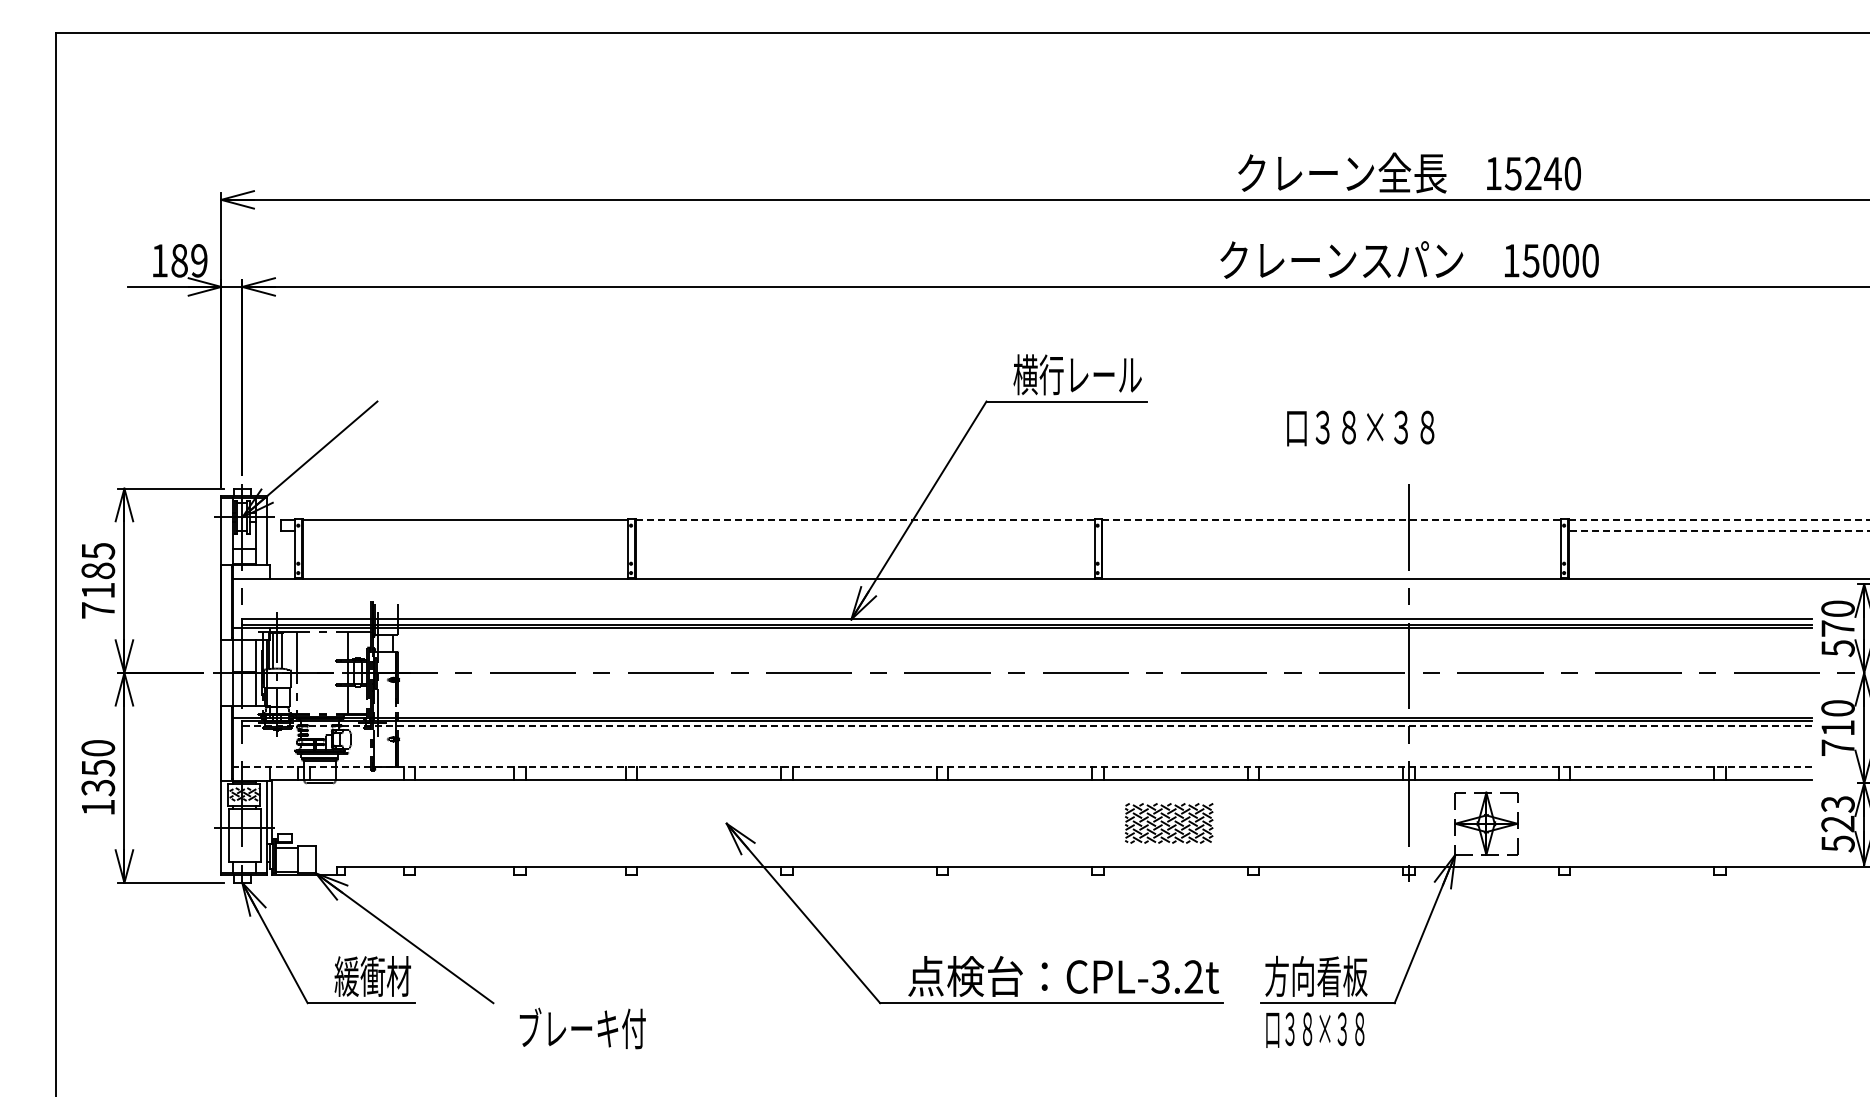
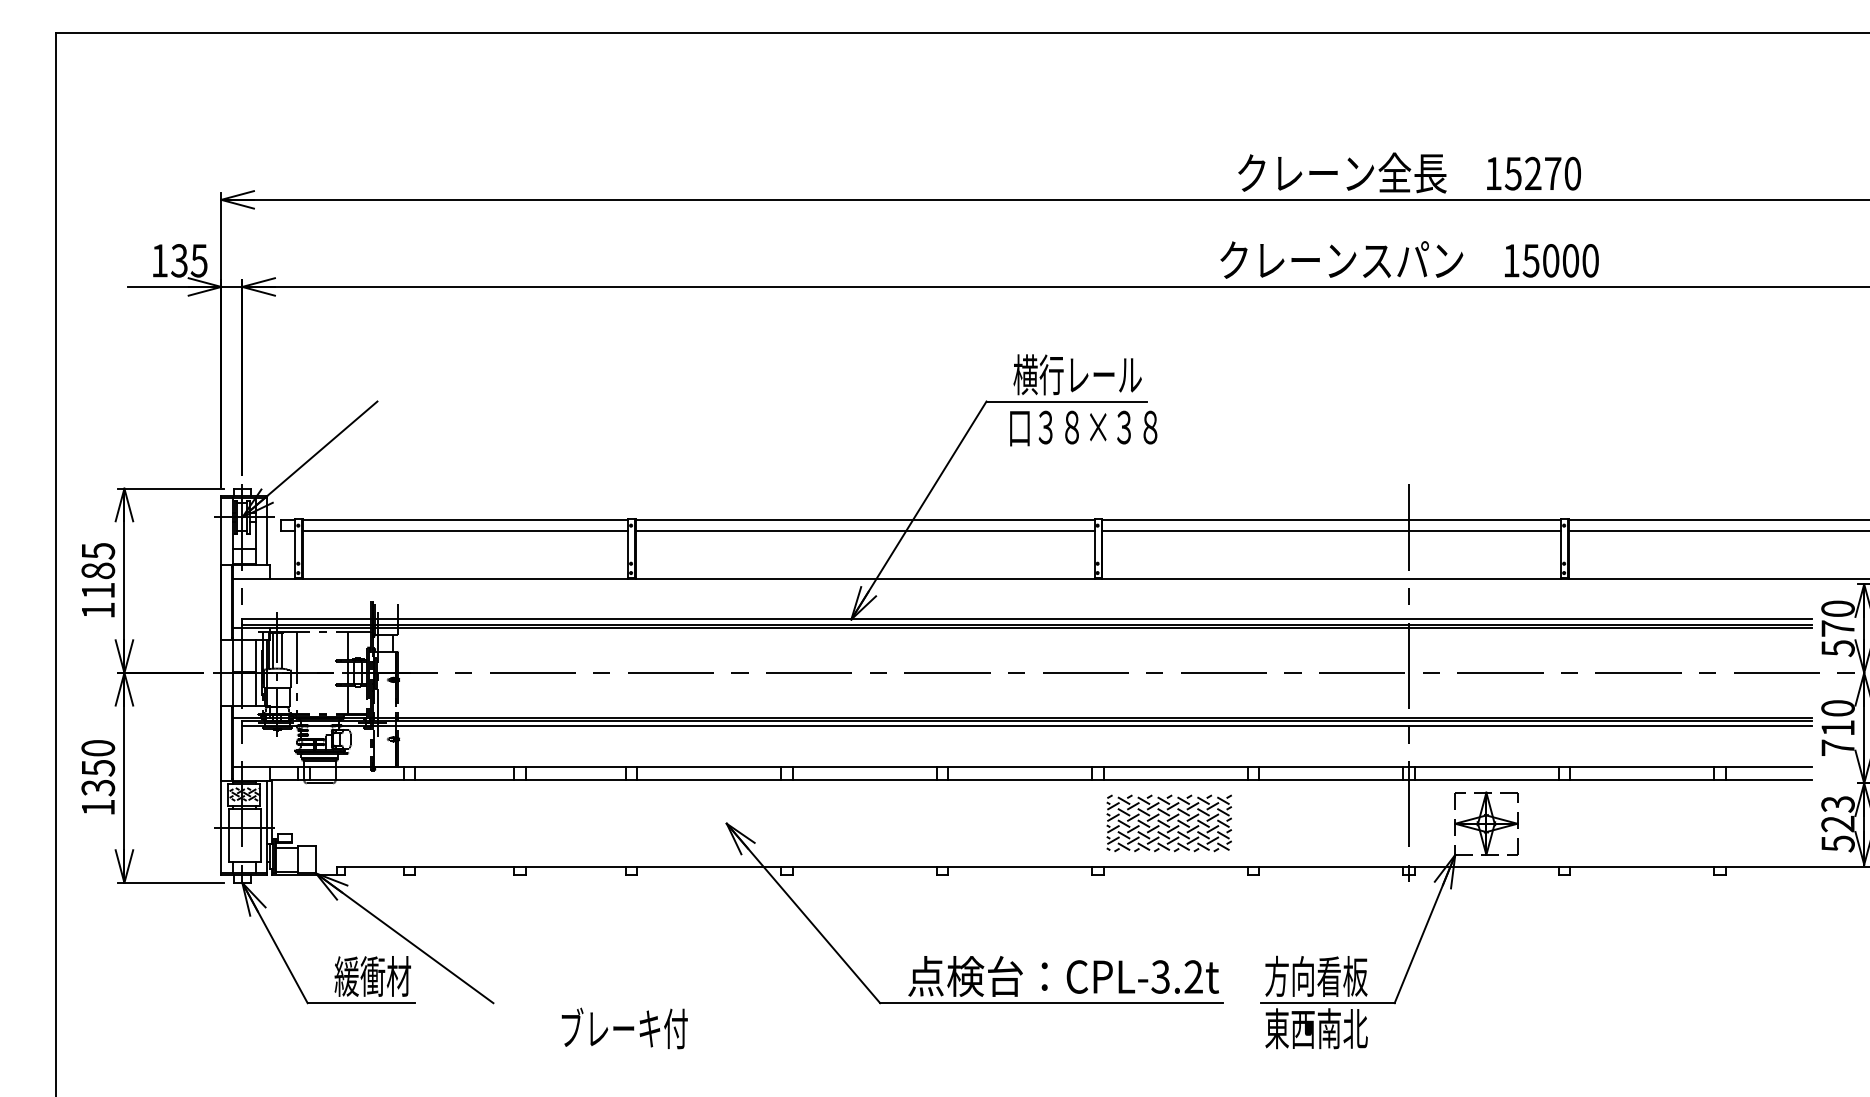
text at (1552, 173): 15240 -> 15270
text at (189, 260): 189 -> 135
text at (1360, 428) position: (1360, 428) -> (1083, 428)
line at (865, 519): dashed -> solid
line at (1332, 519): dashed -> solid
line at (1719, 519): dashed -> solid
line at (465, 531): none -> present
line at (864, 531): none -> present
line at (1331, 531): none -> present
line at (1718, 531): dashed -> solid
text at (98, 610): 7185 -> 1185
line at (1027, 726): dashed -> solid
line at (1021, 766): dashed -> solid
part at (1169, 823) size: 89x41 px -> 126x59 px
text at (582, 1028) position: (582, 1028) -> (624, 1028)
text at (1316, 1028): 口３８×３８ -> 東西南北
